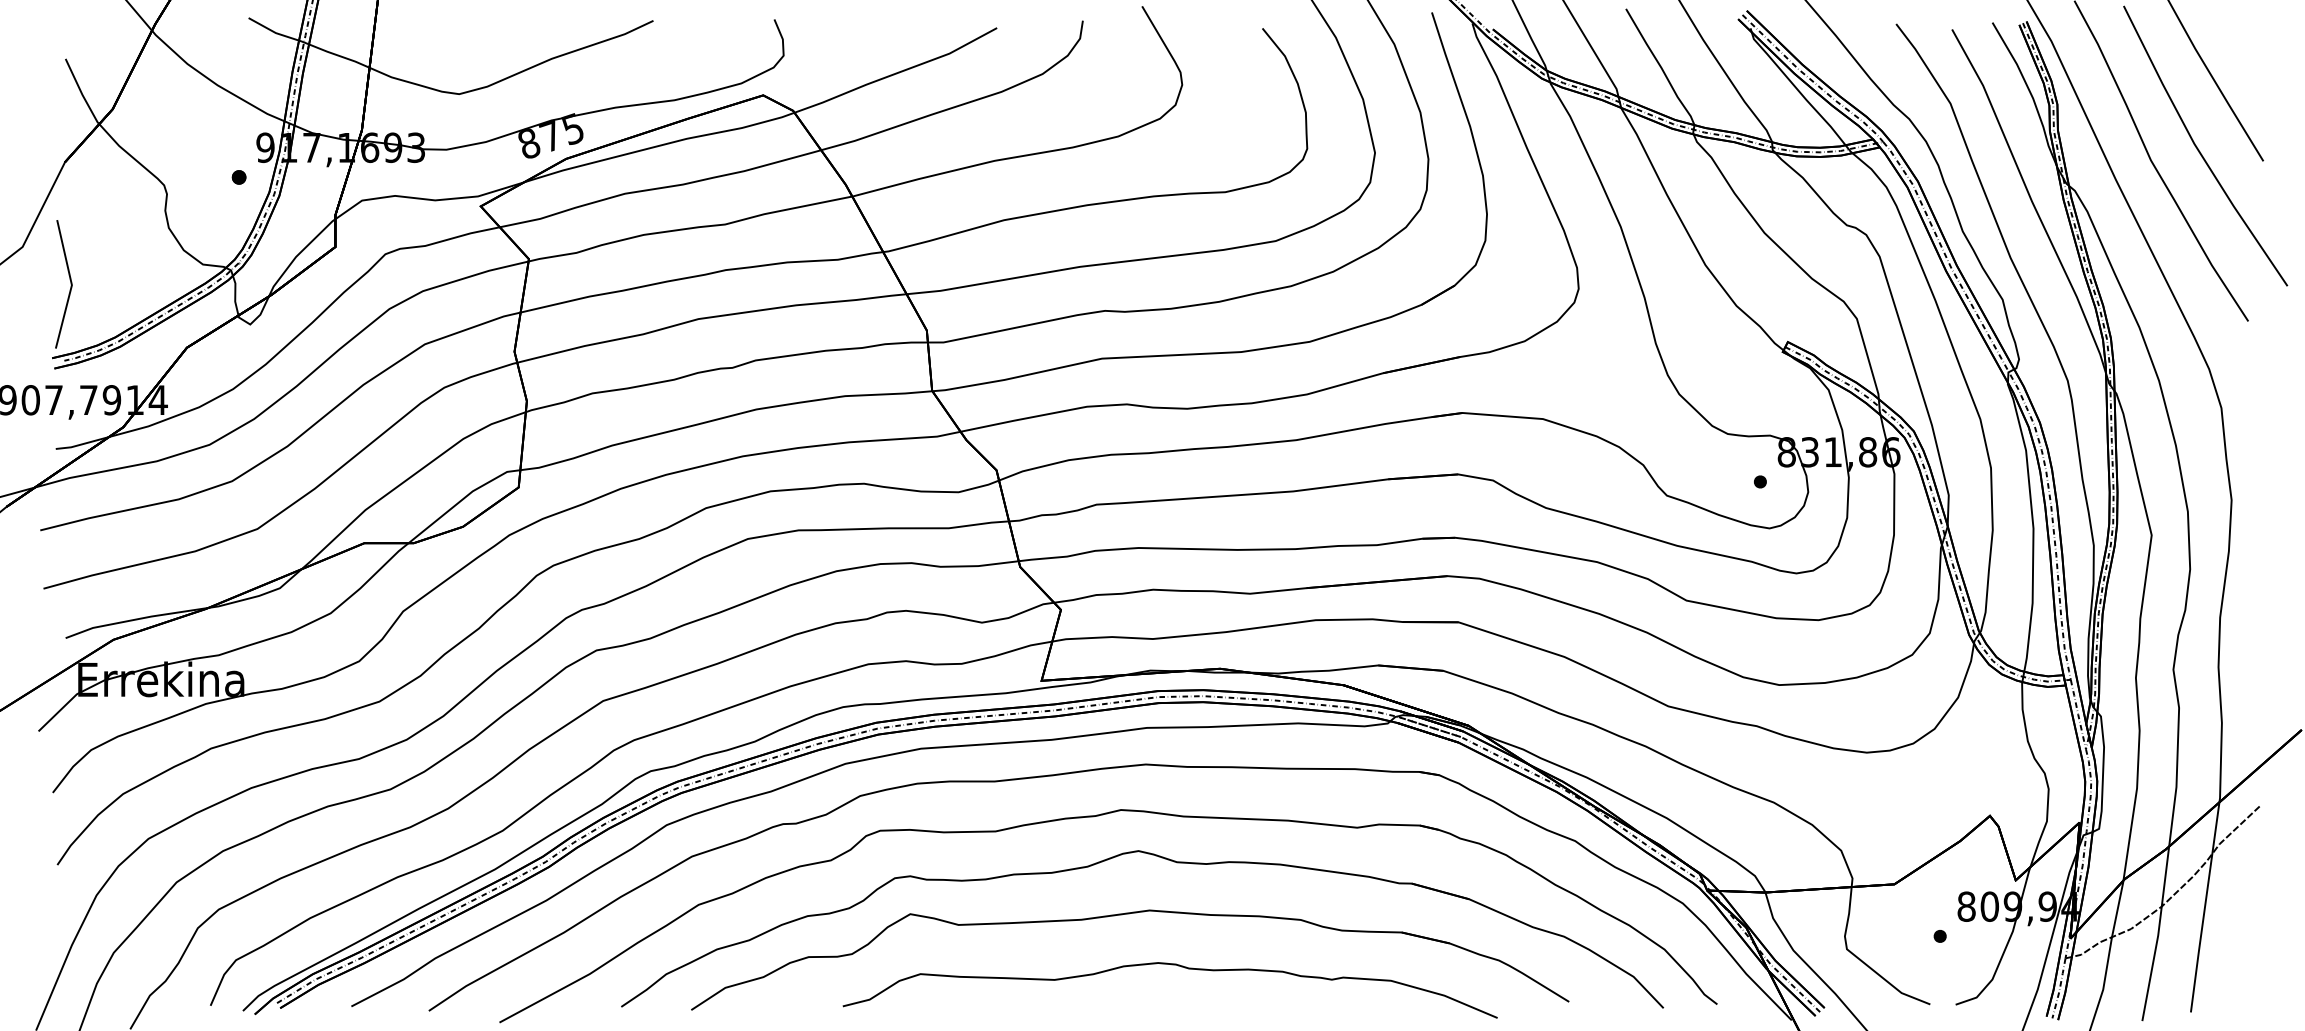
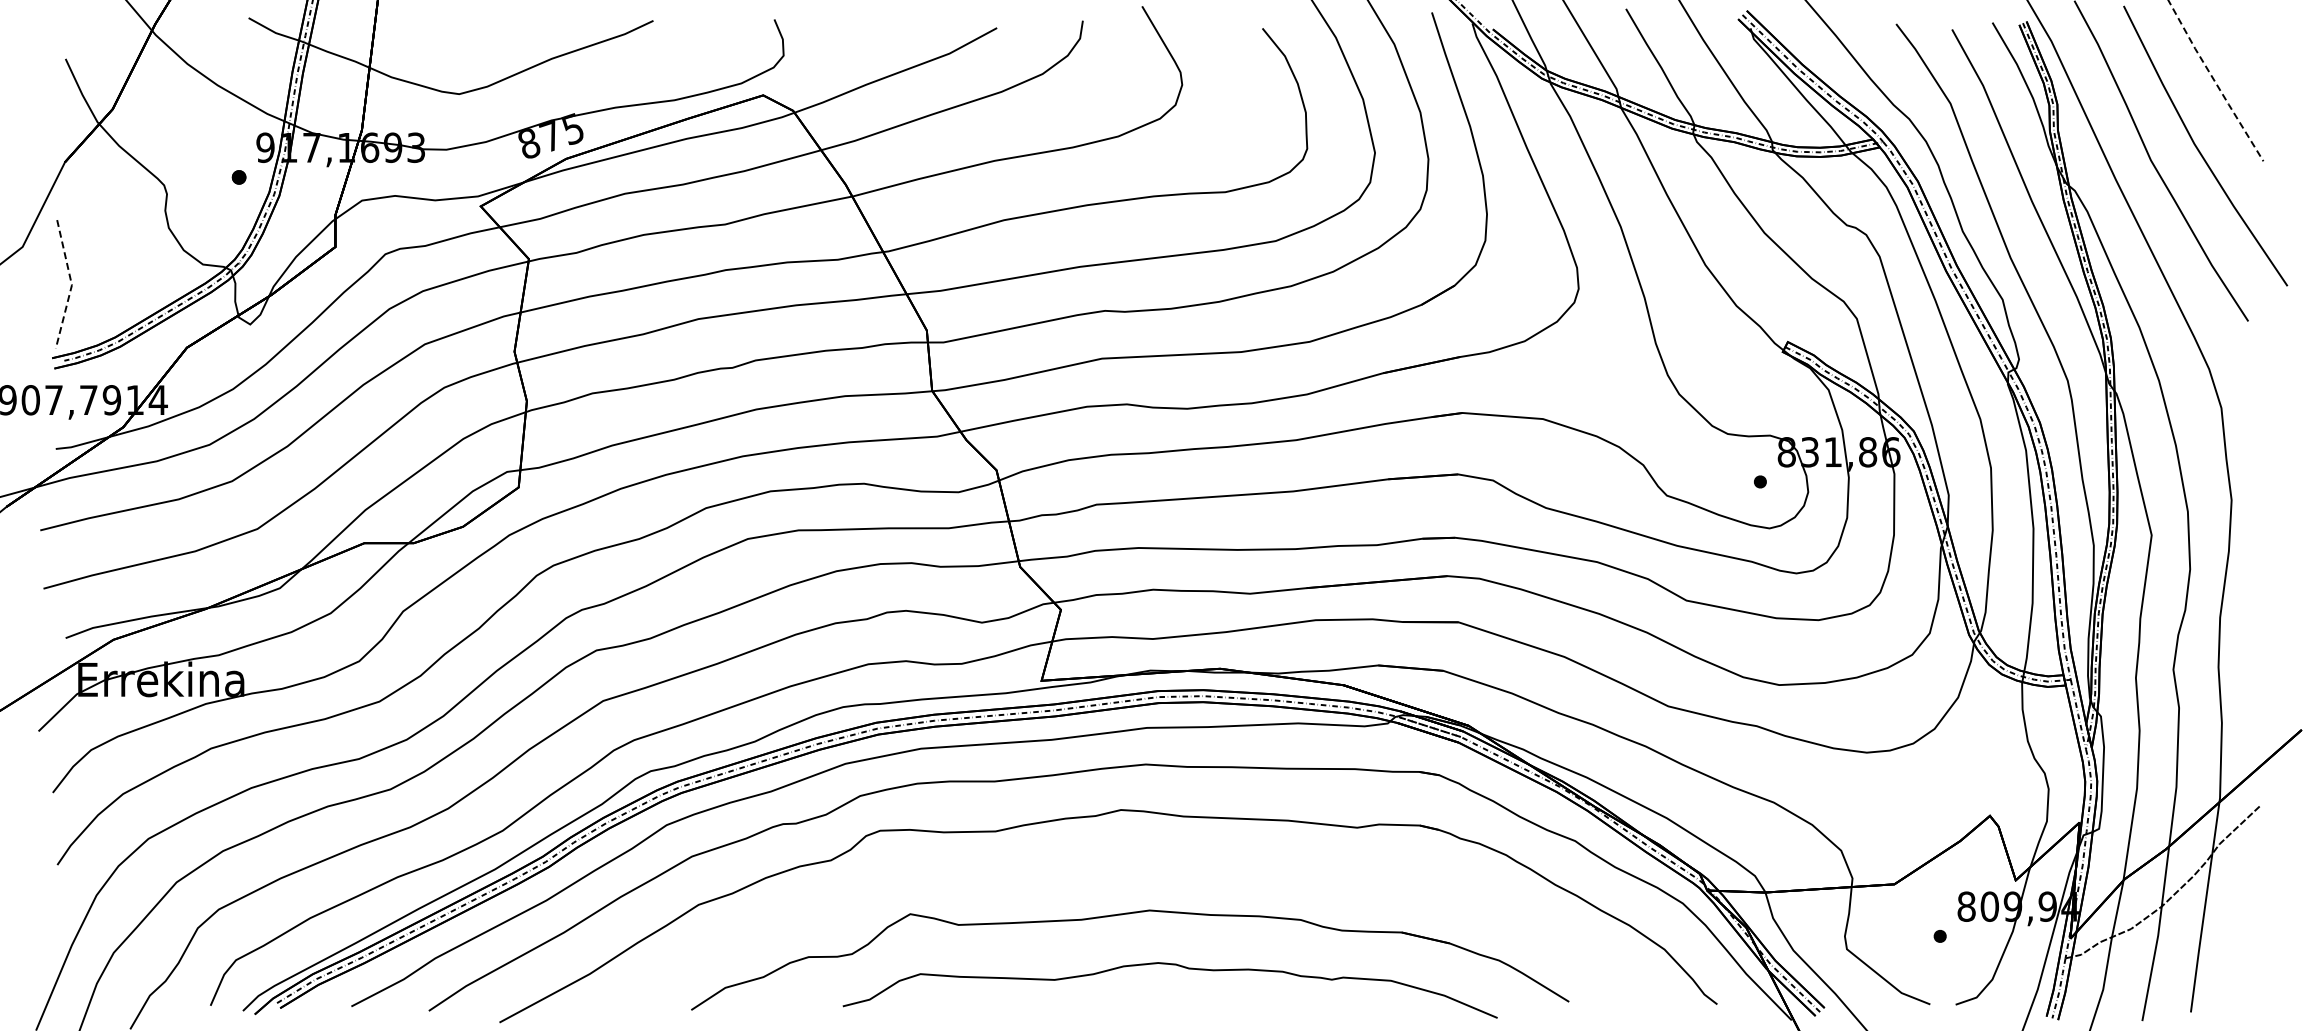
line at (2215, 81): solid -> dashed
line at (71, 285): solid -> dashed
part at (1164, 859): present -> none
